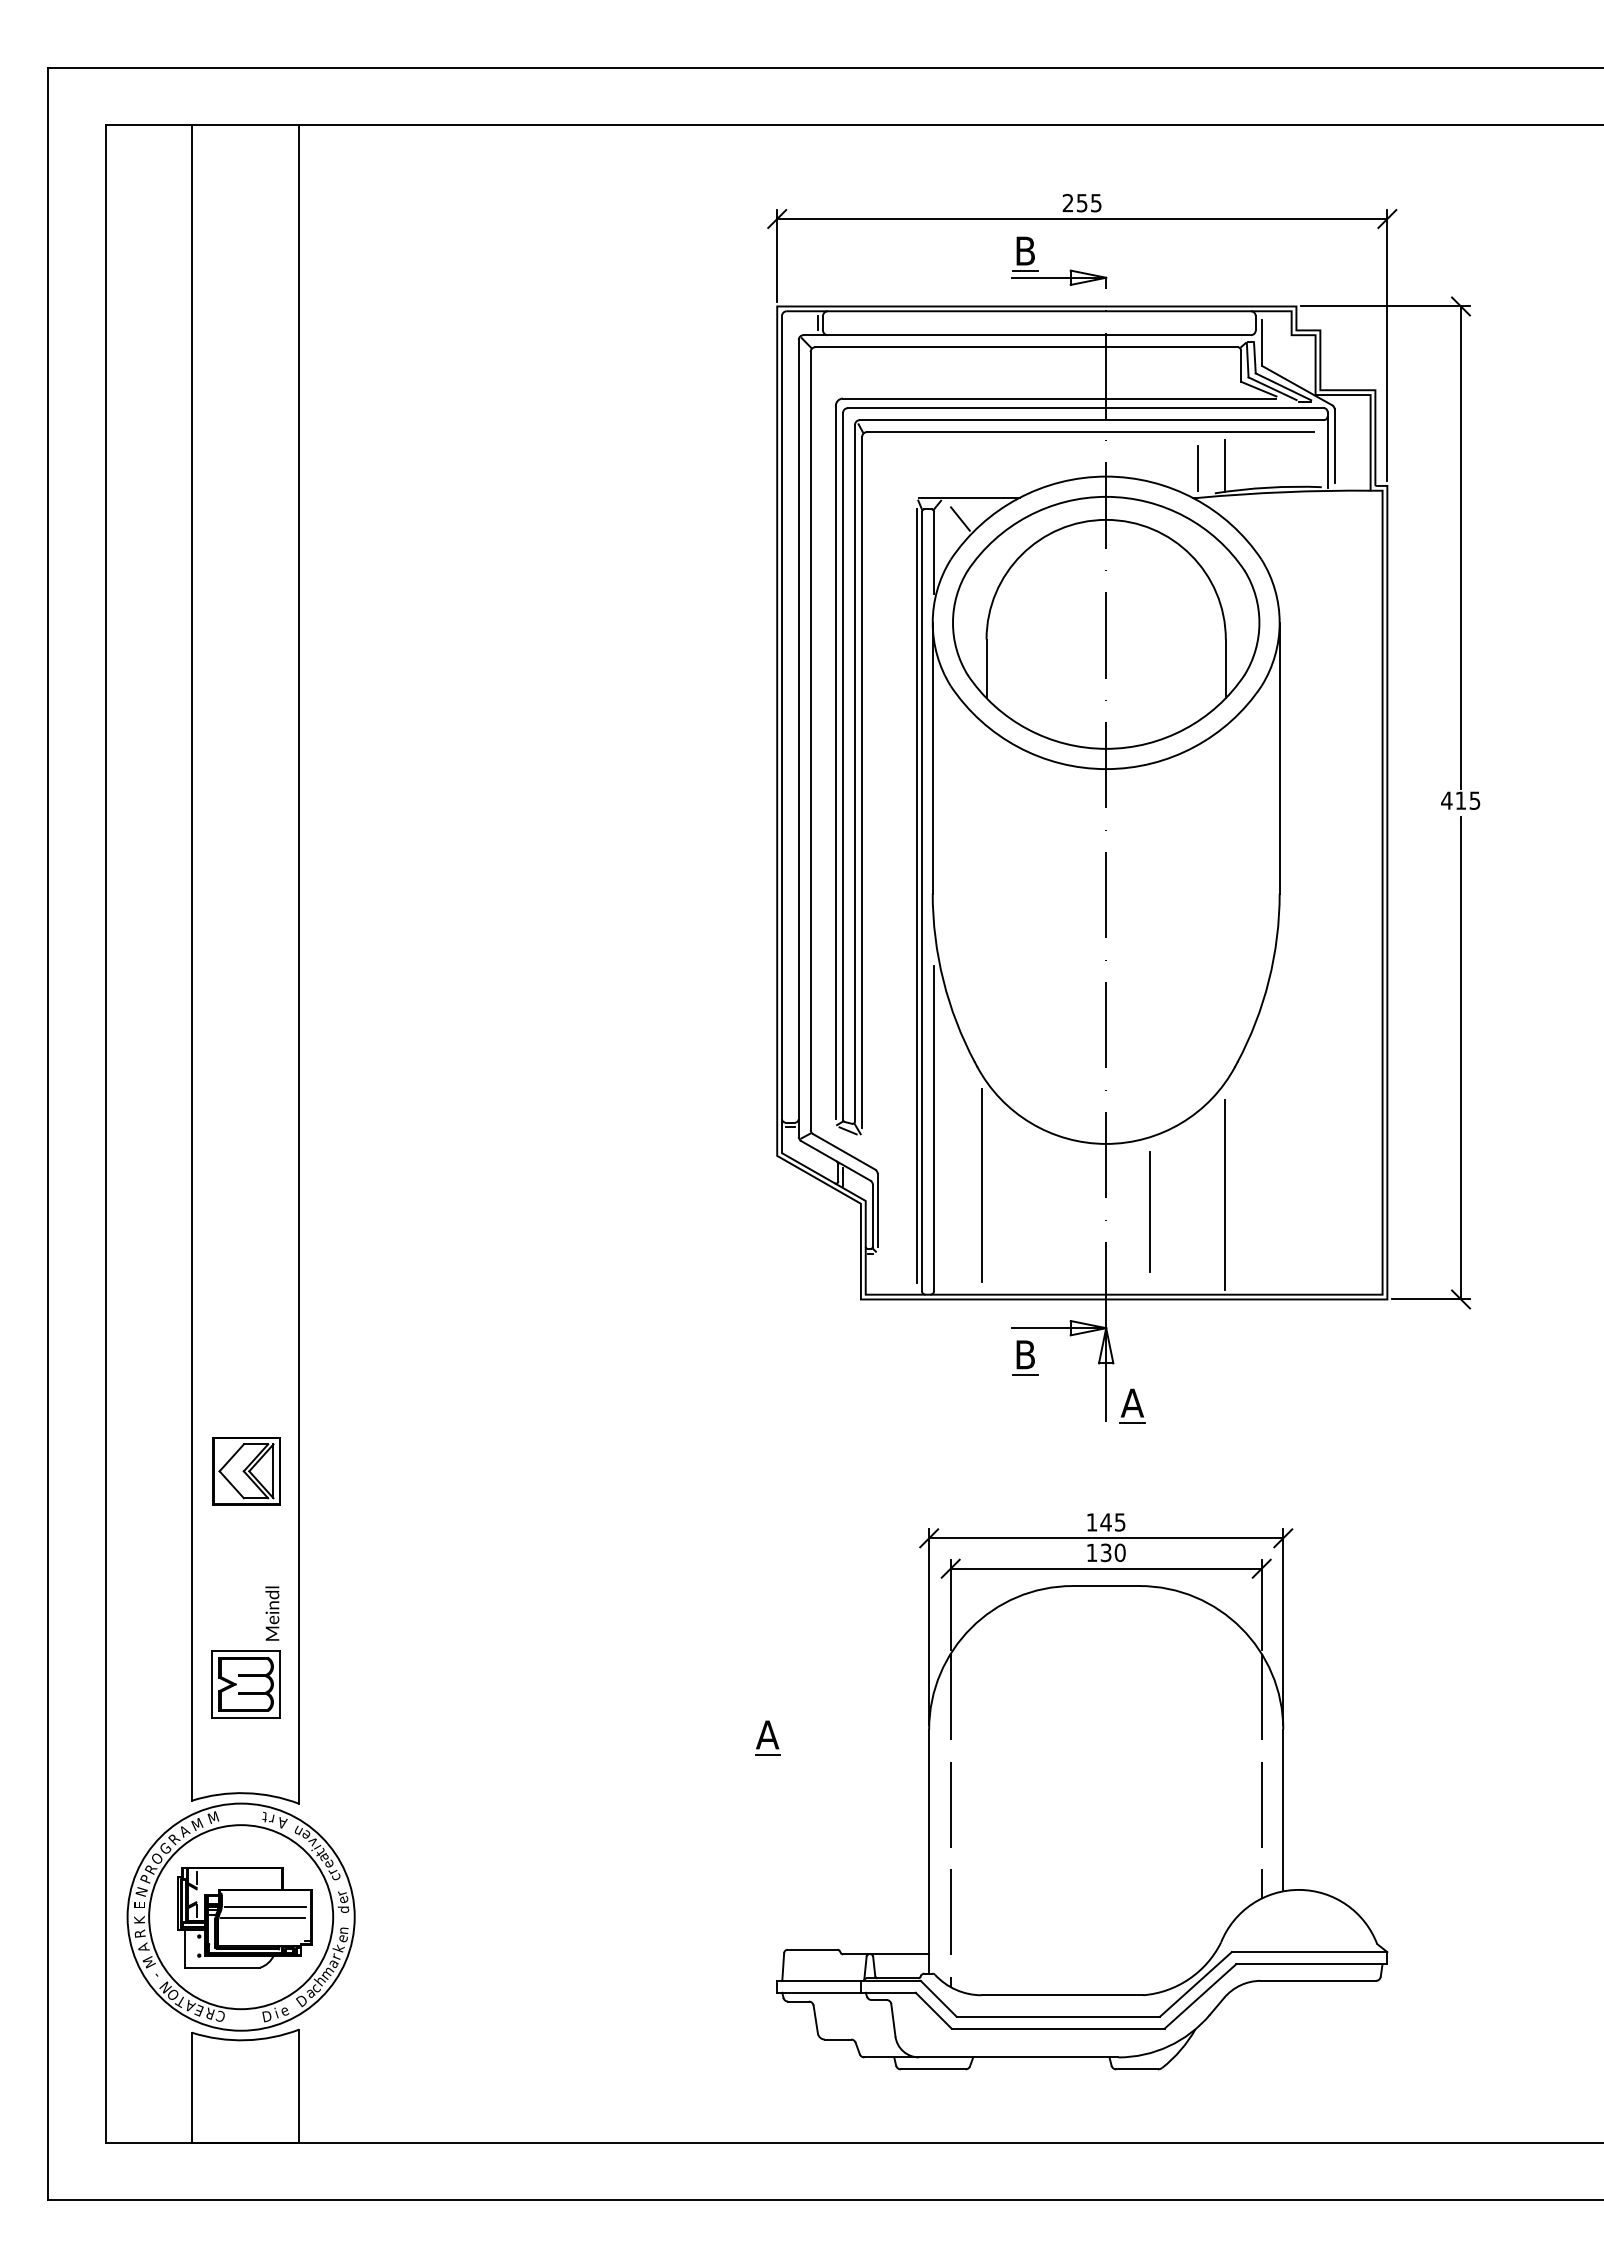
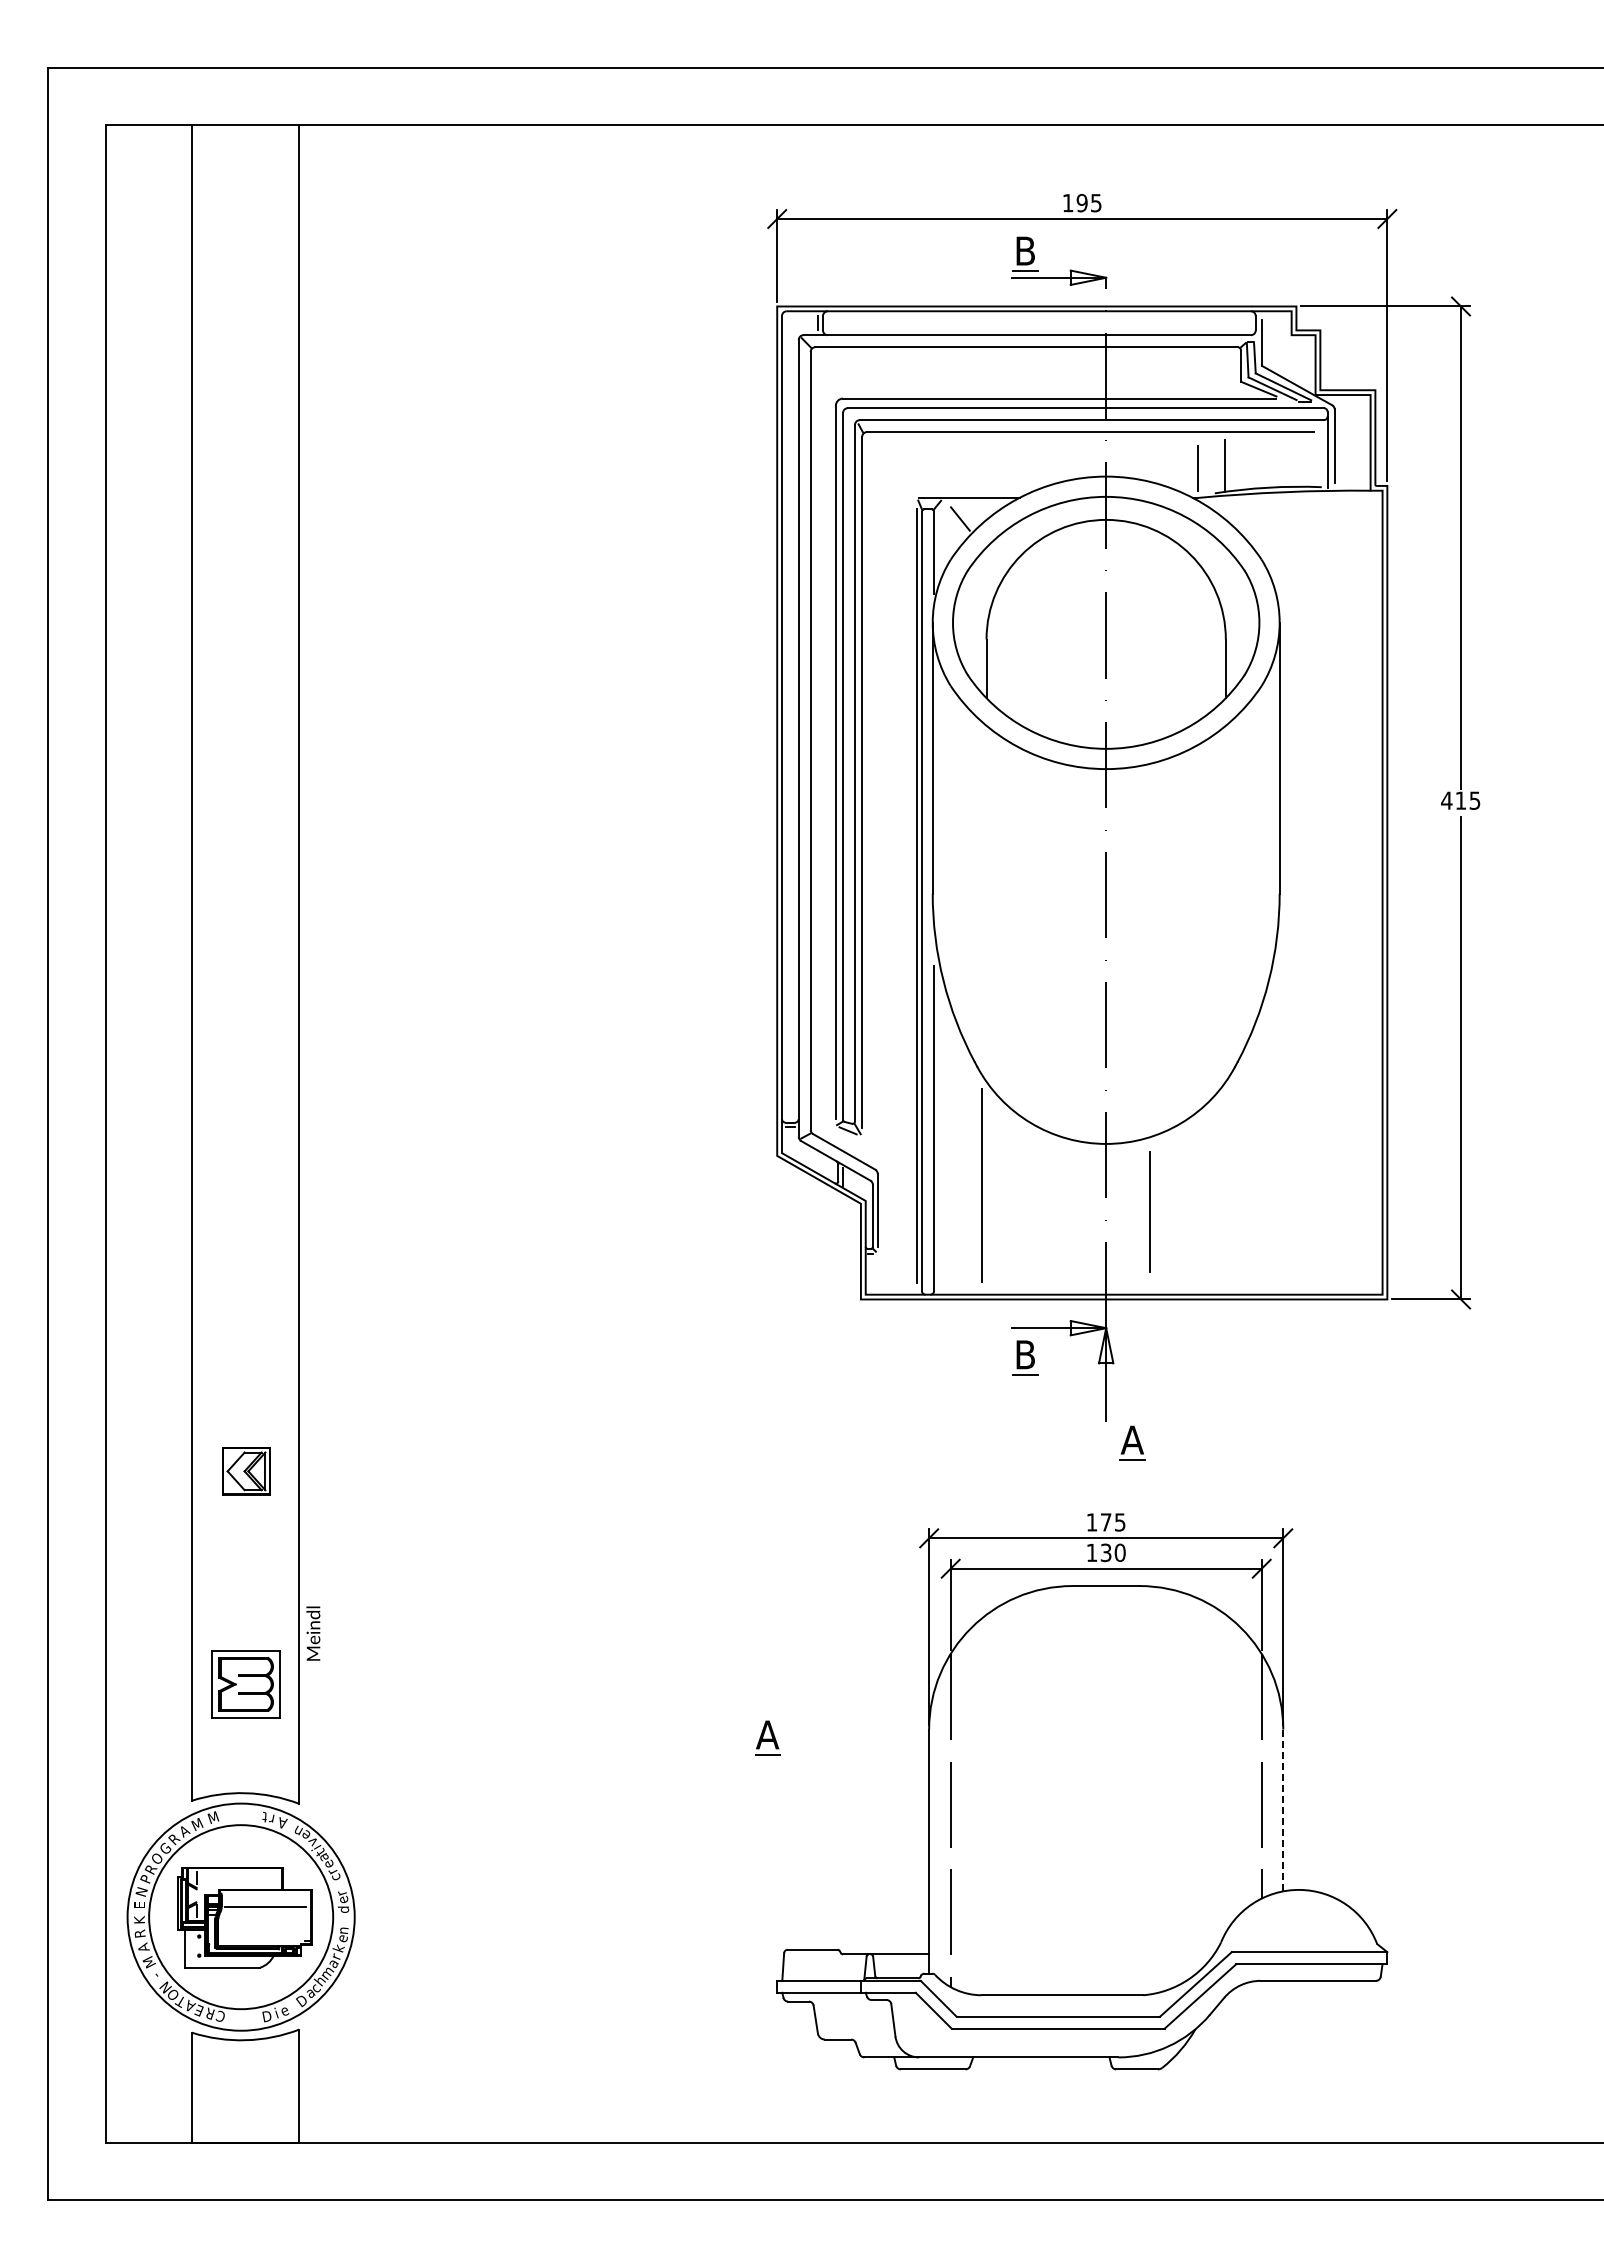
text at (1074, 202): 255 -> 195
line at (1225, 1194): present -> none
part at (1132, 1405) position: (1132, 1405) -> (1132, 1442)
part at (246, 1471) size: 69x69 px -> 49x49 px
text at (1105, 1522): 145 -> 175
text at (272, 1613) position: (272, 1613) -> (313, 1633)
line at (1283, 1810): solid -> dashed
line at (263, 1918): present -> none
